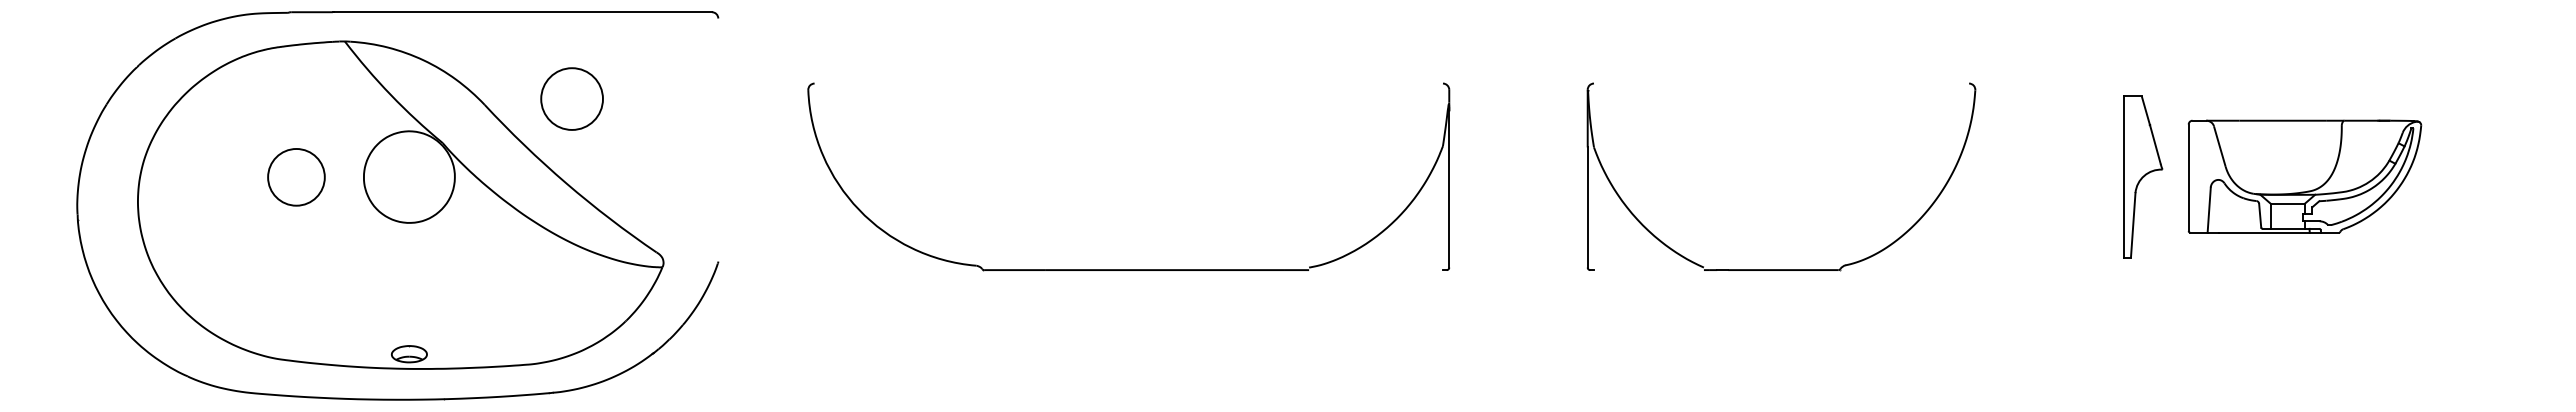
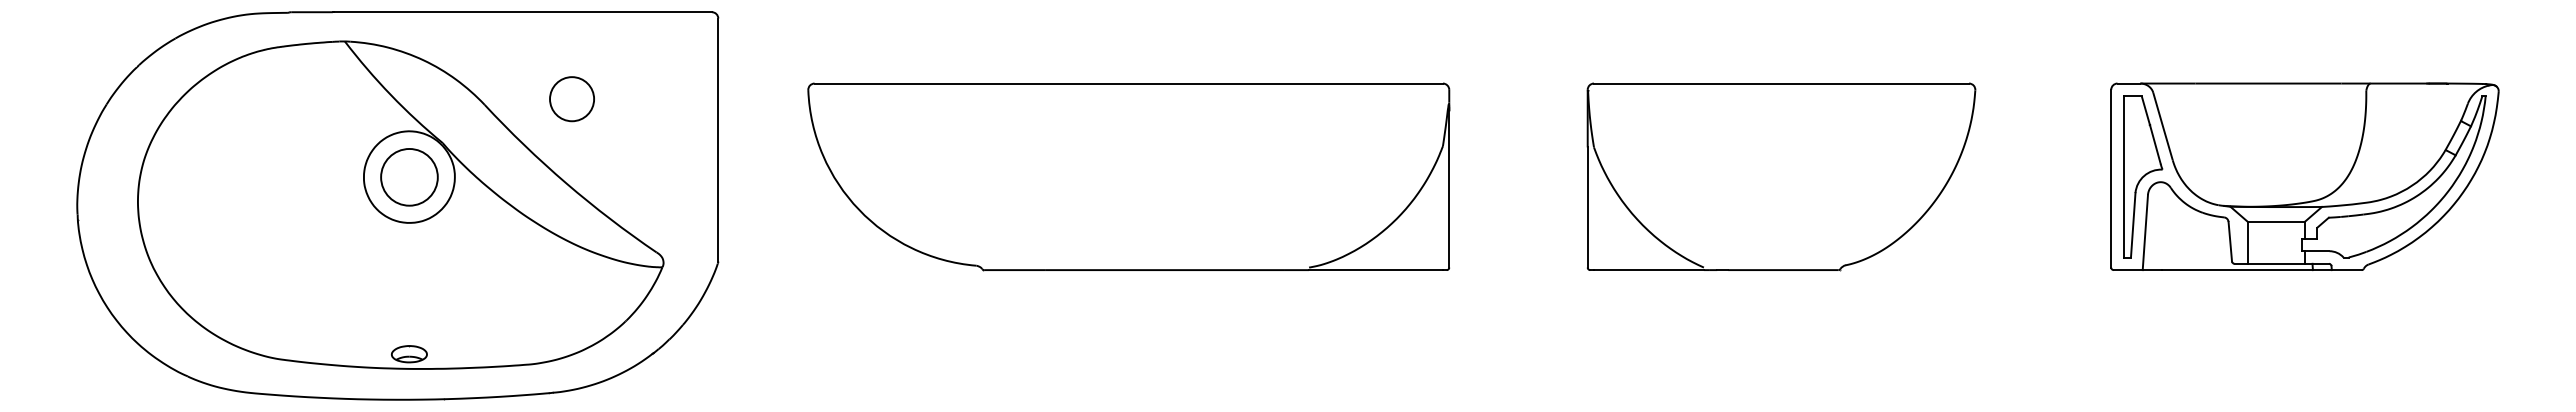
line at (1128, 83): none -> present
line at (1781, 83): none -> present
circle at (571, 98) size: 64x64 px -> 46x47 px
line at (718, 139): none -> present
part at (2304, 176) size: 236x115 px -> 390x189 px
circle at (296, 177) position: (296, 177) -> (409, 177)
line at (1375, 270): none -> present
line at (1648, 270): none -> present
